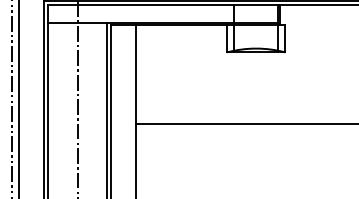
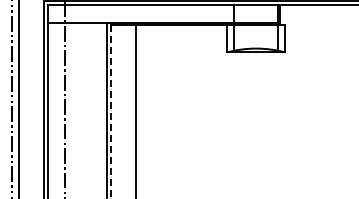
line at (77, 98) position: (77, 98) -> (64, 98)
line at (111, 111): solid -> dashed
line at (245, 123): present -> none
